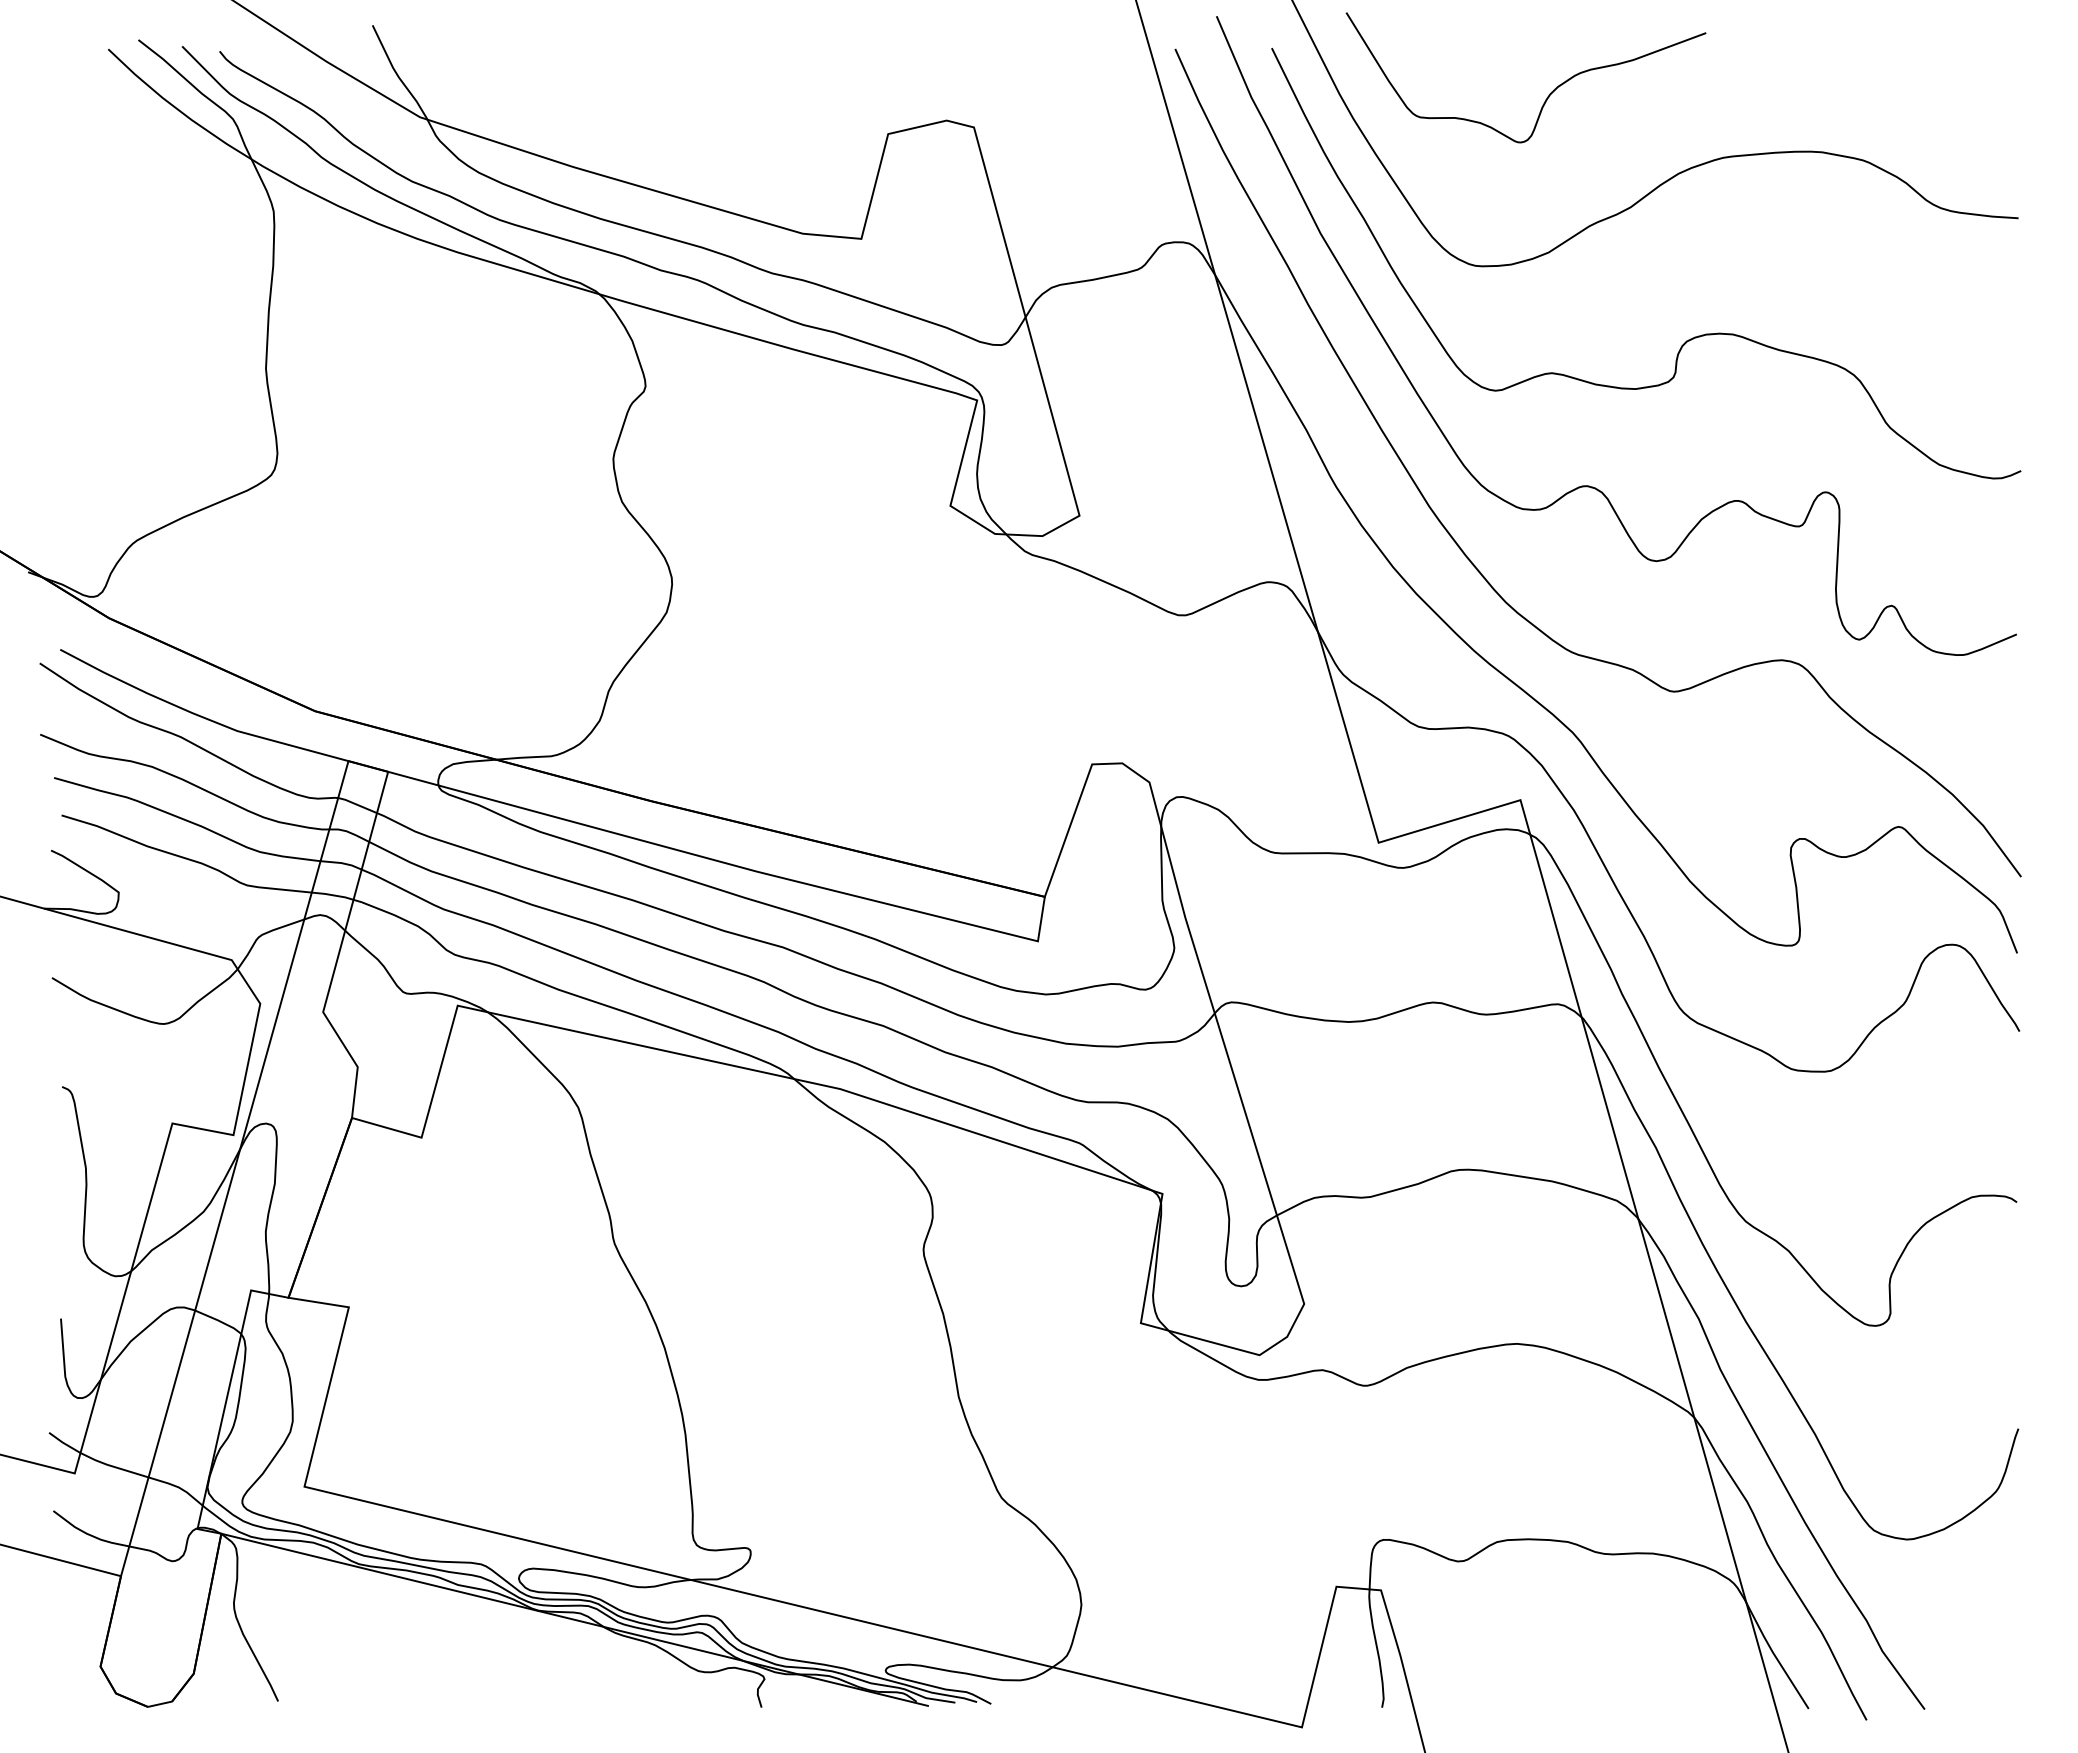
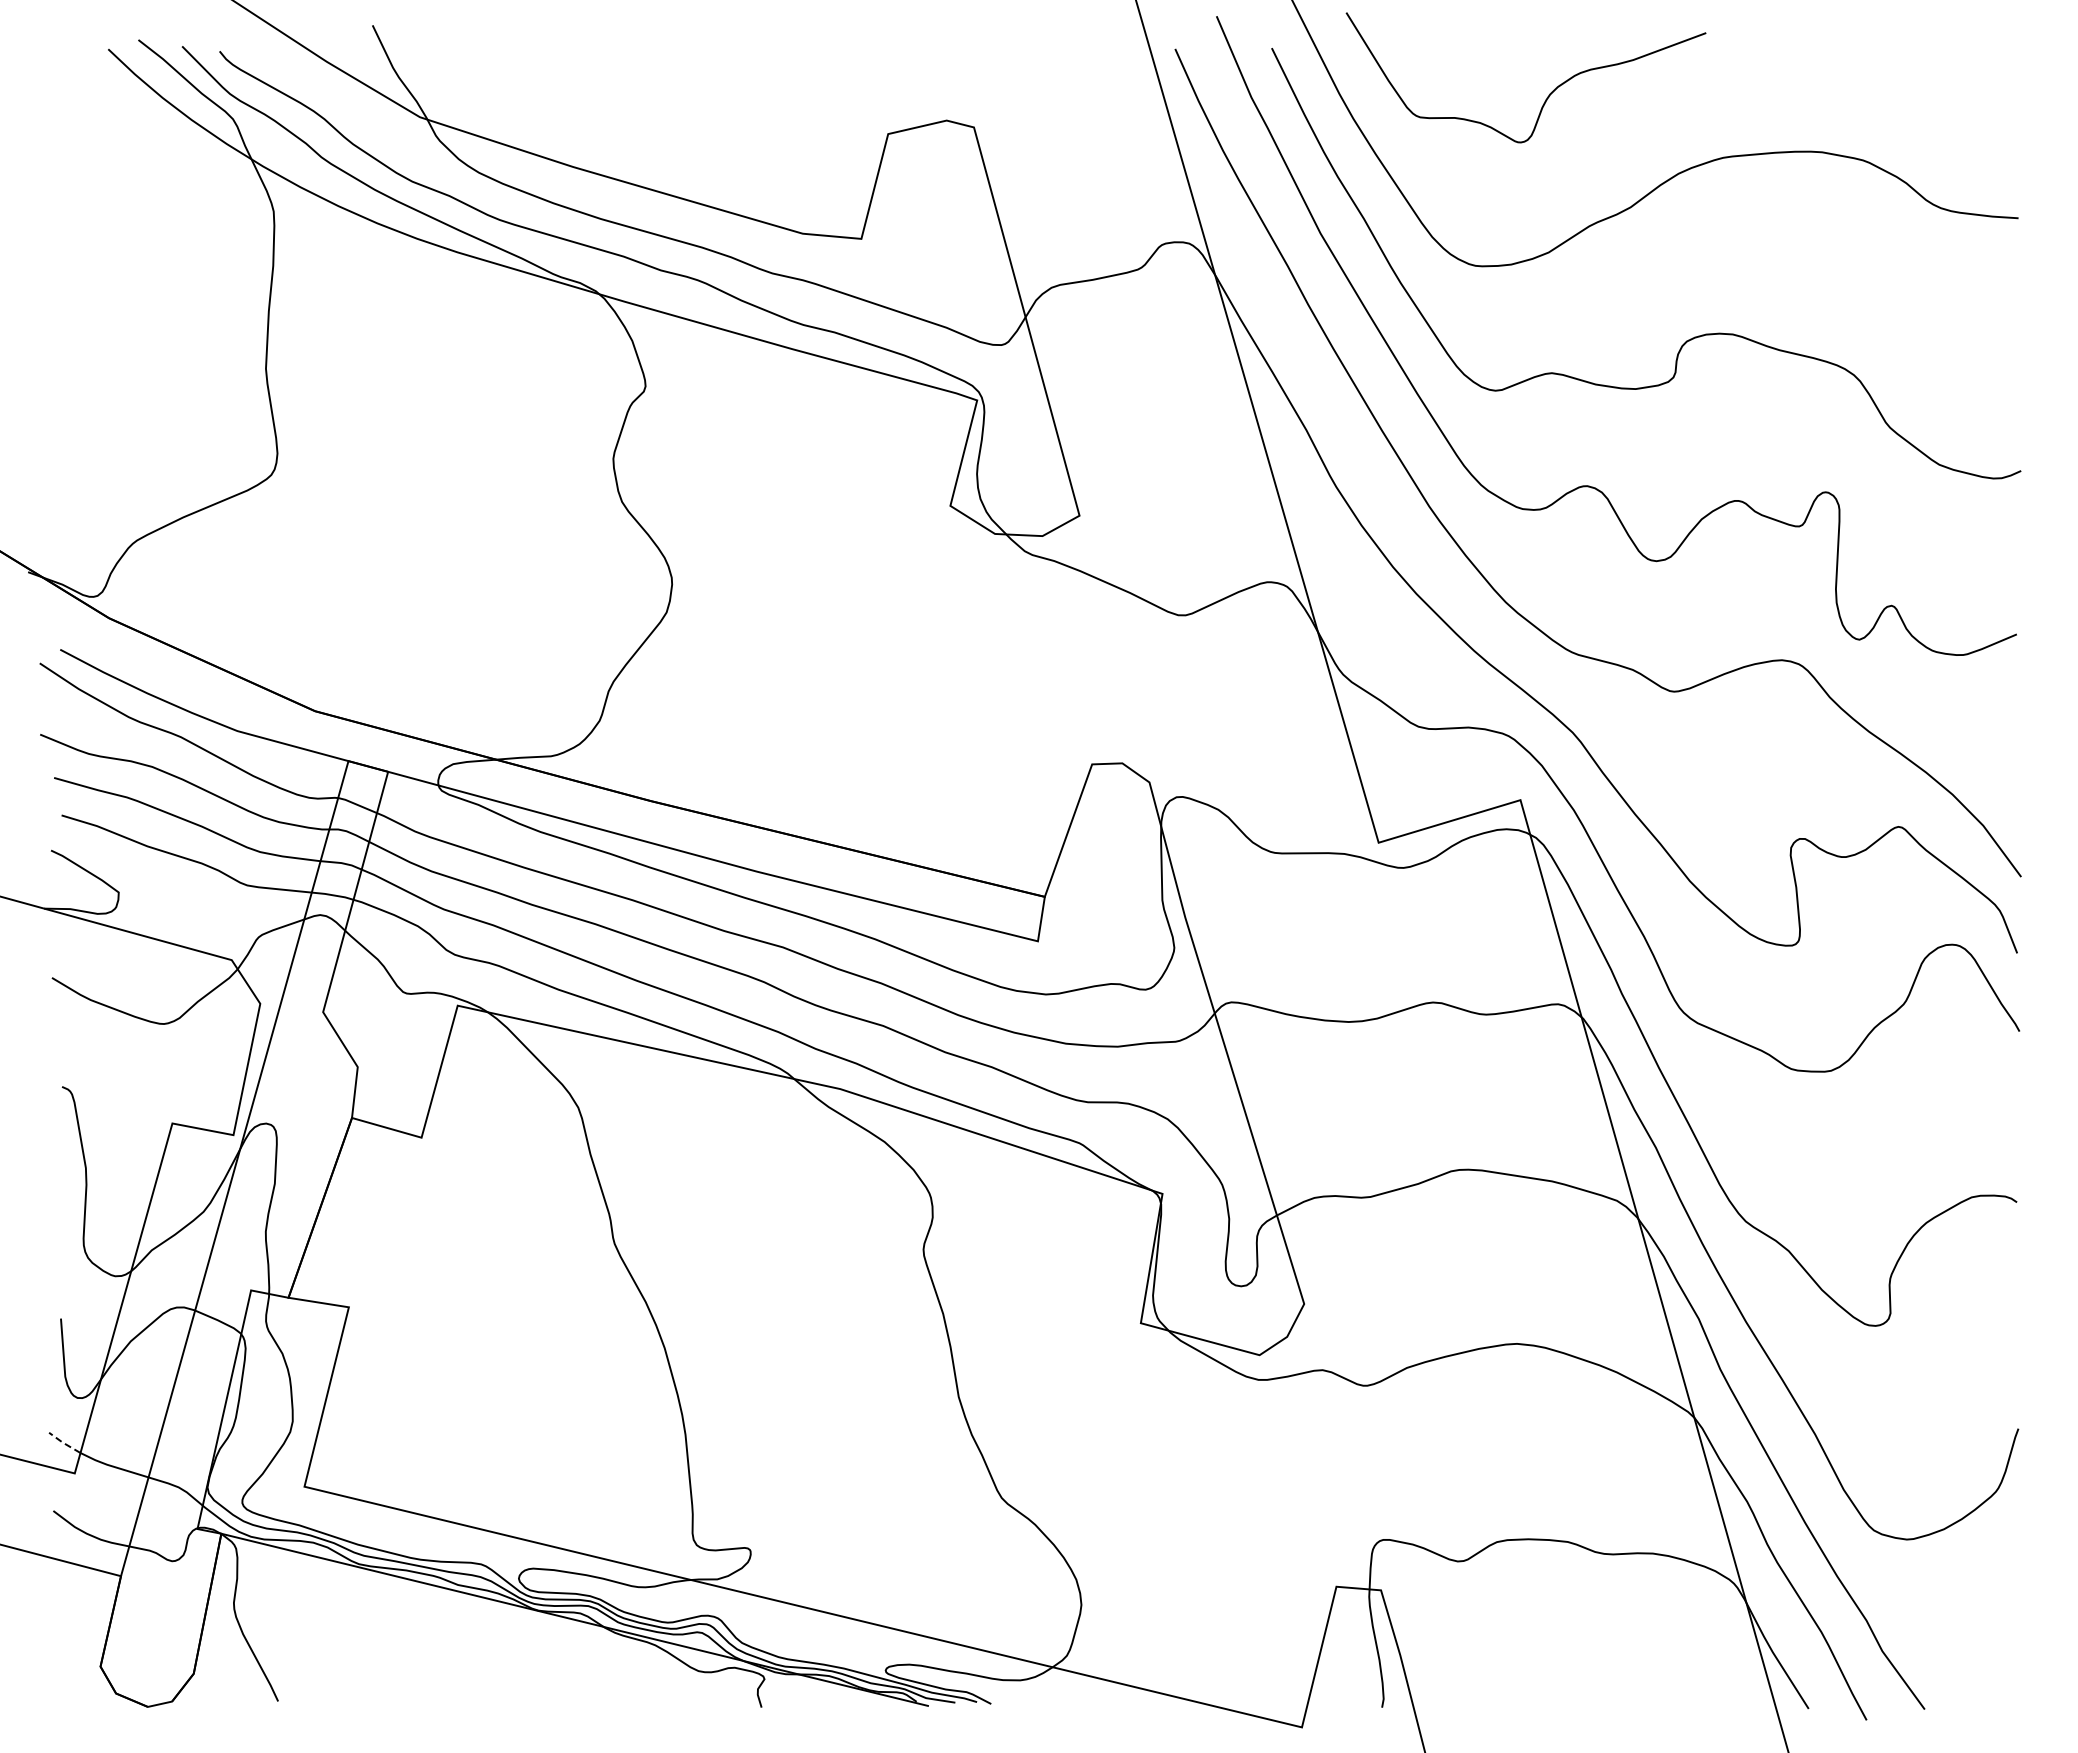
line at (63, 1443): solid -> dashed
